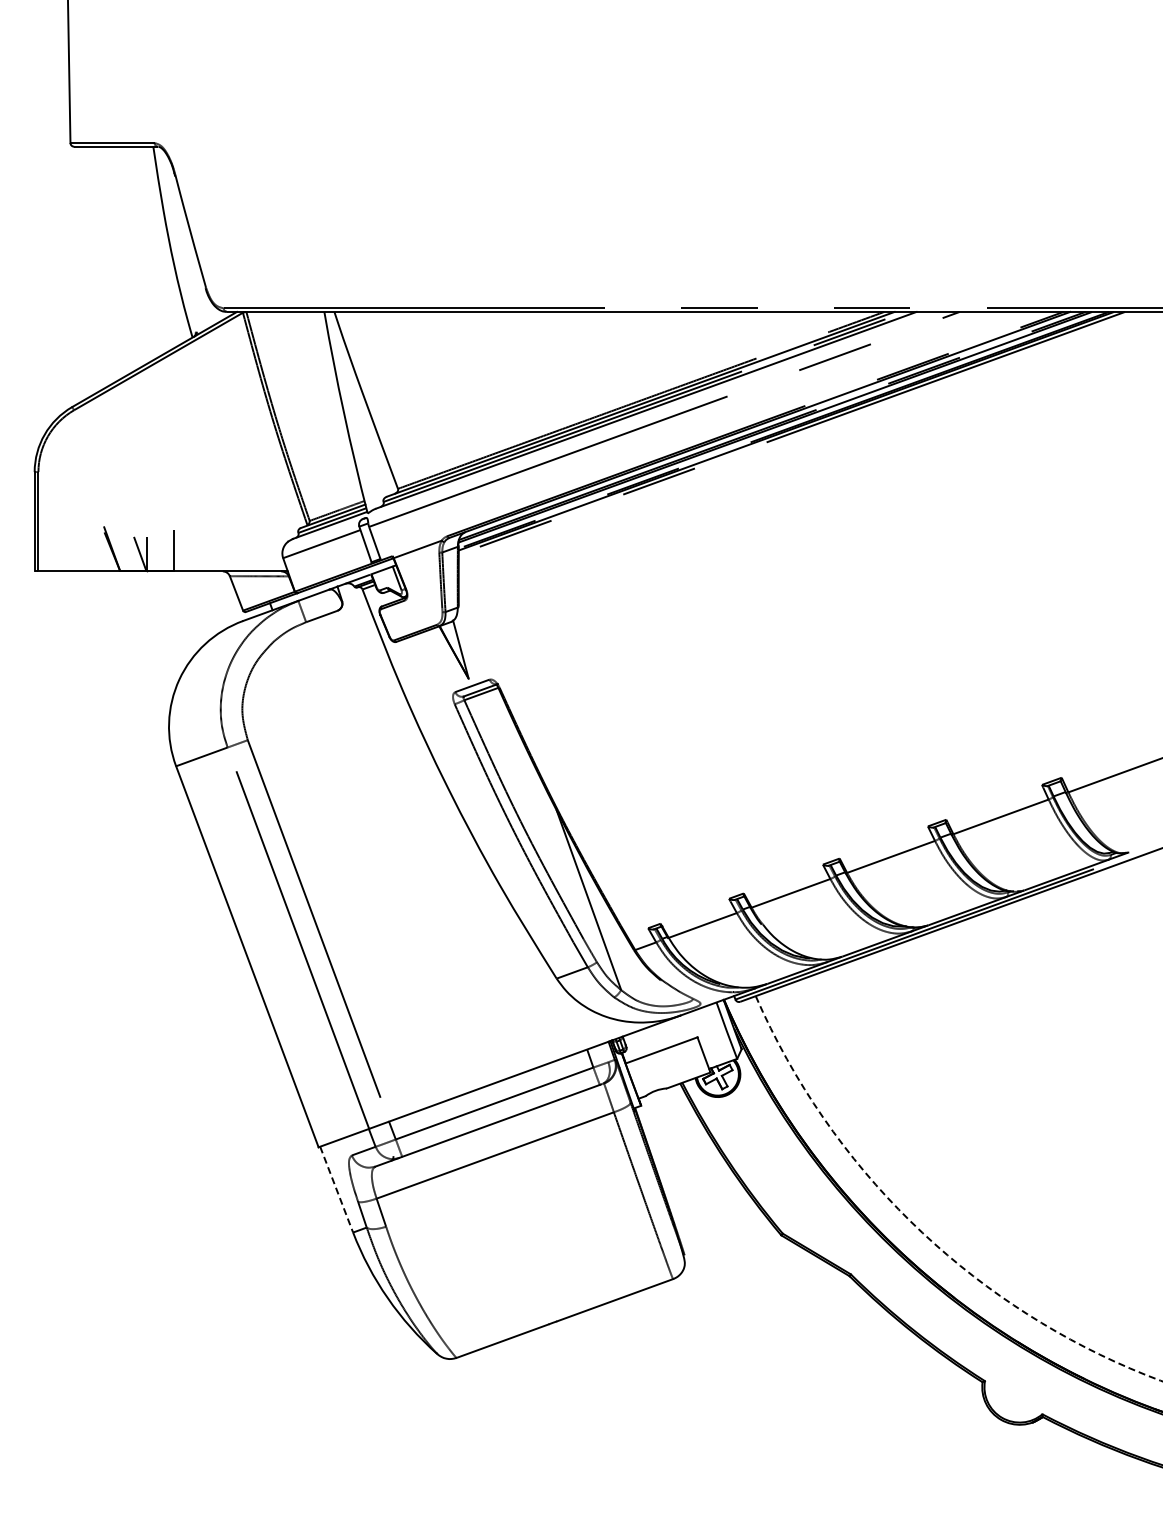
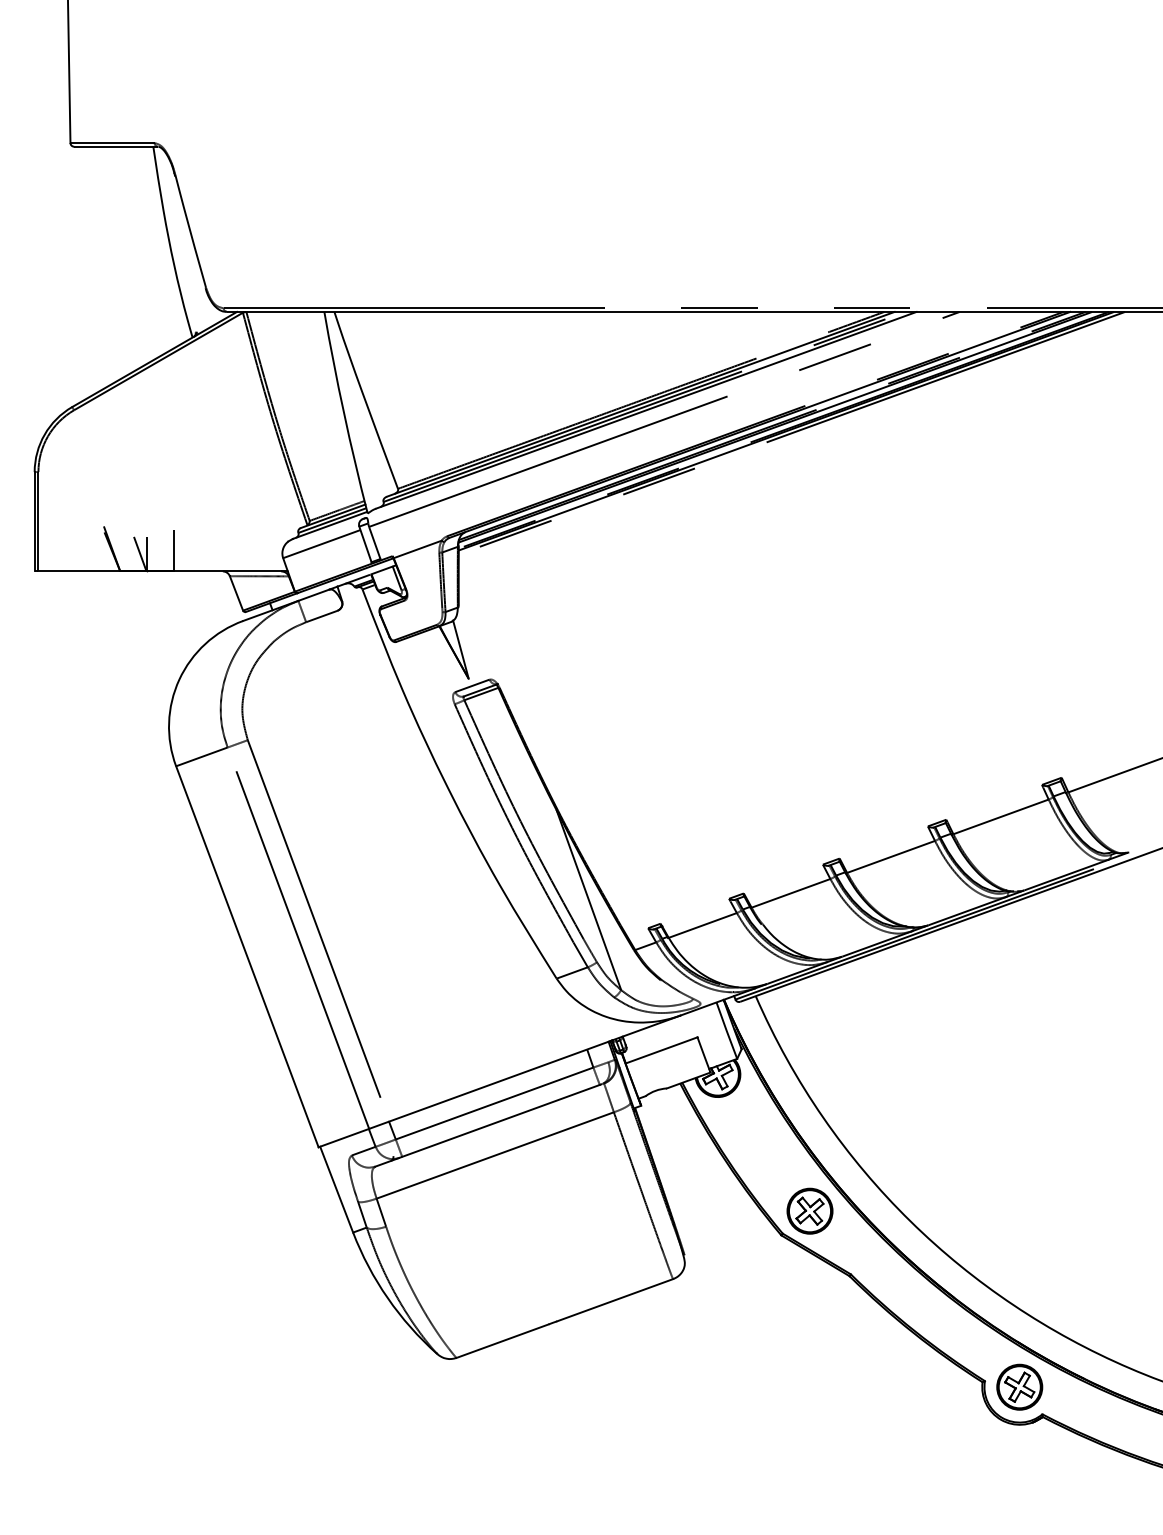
line at (336, 1189): dashed -> solid
part at (809, 1210): none -> present
arc at (917, 1228): dashed -> solid
part at (1019, 1386): none -> present
